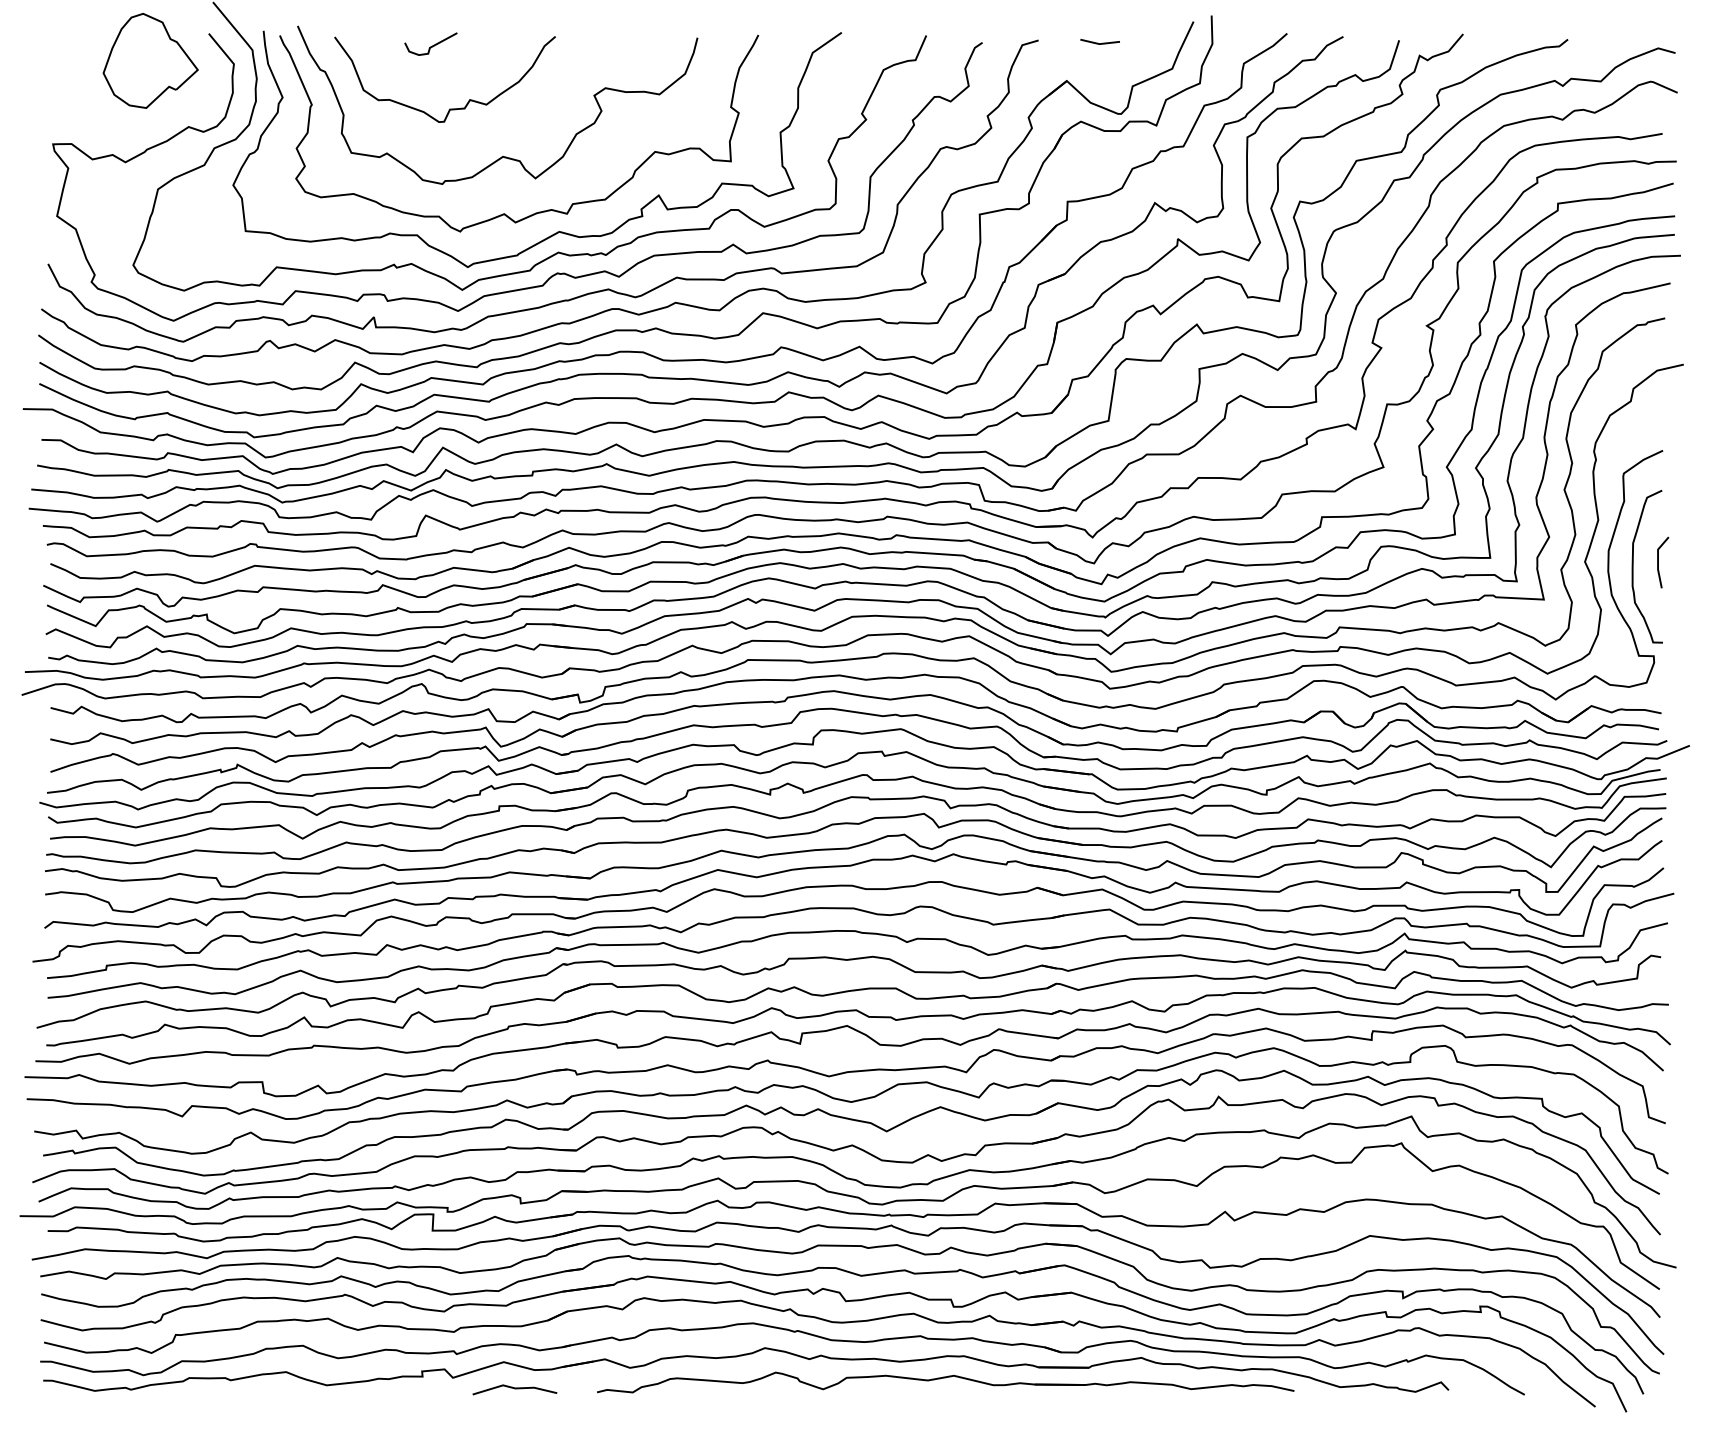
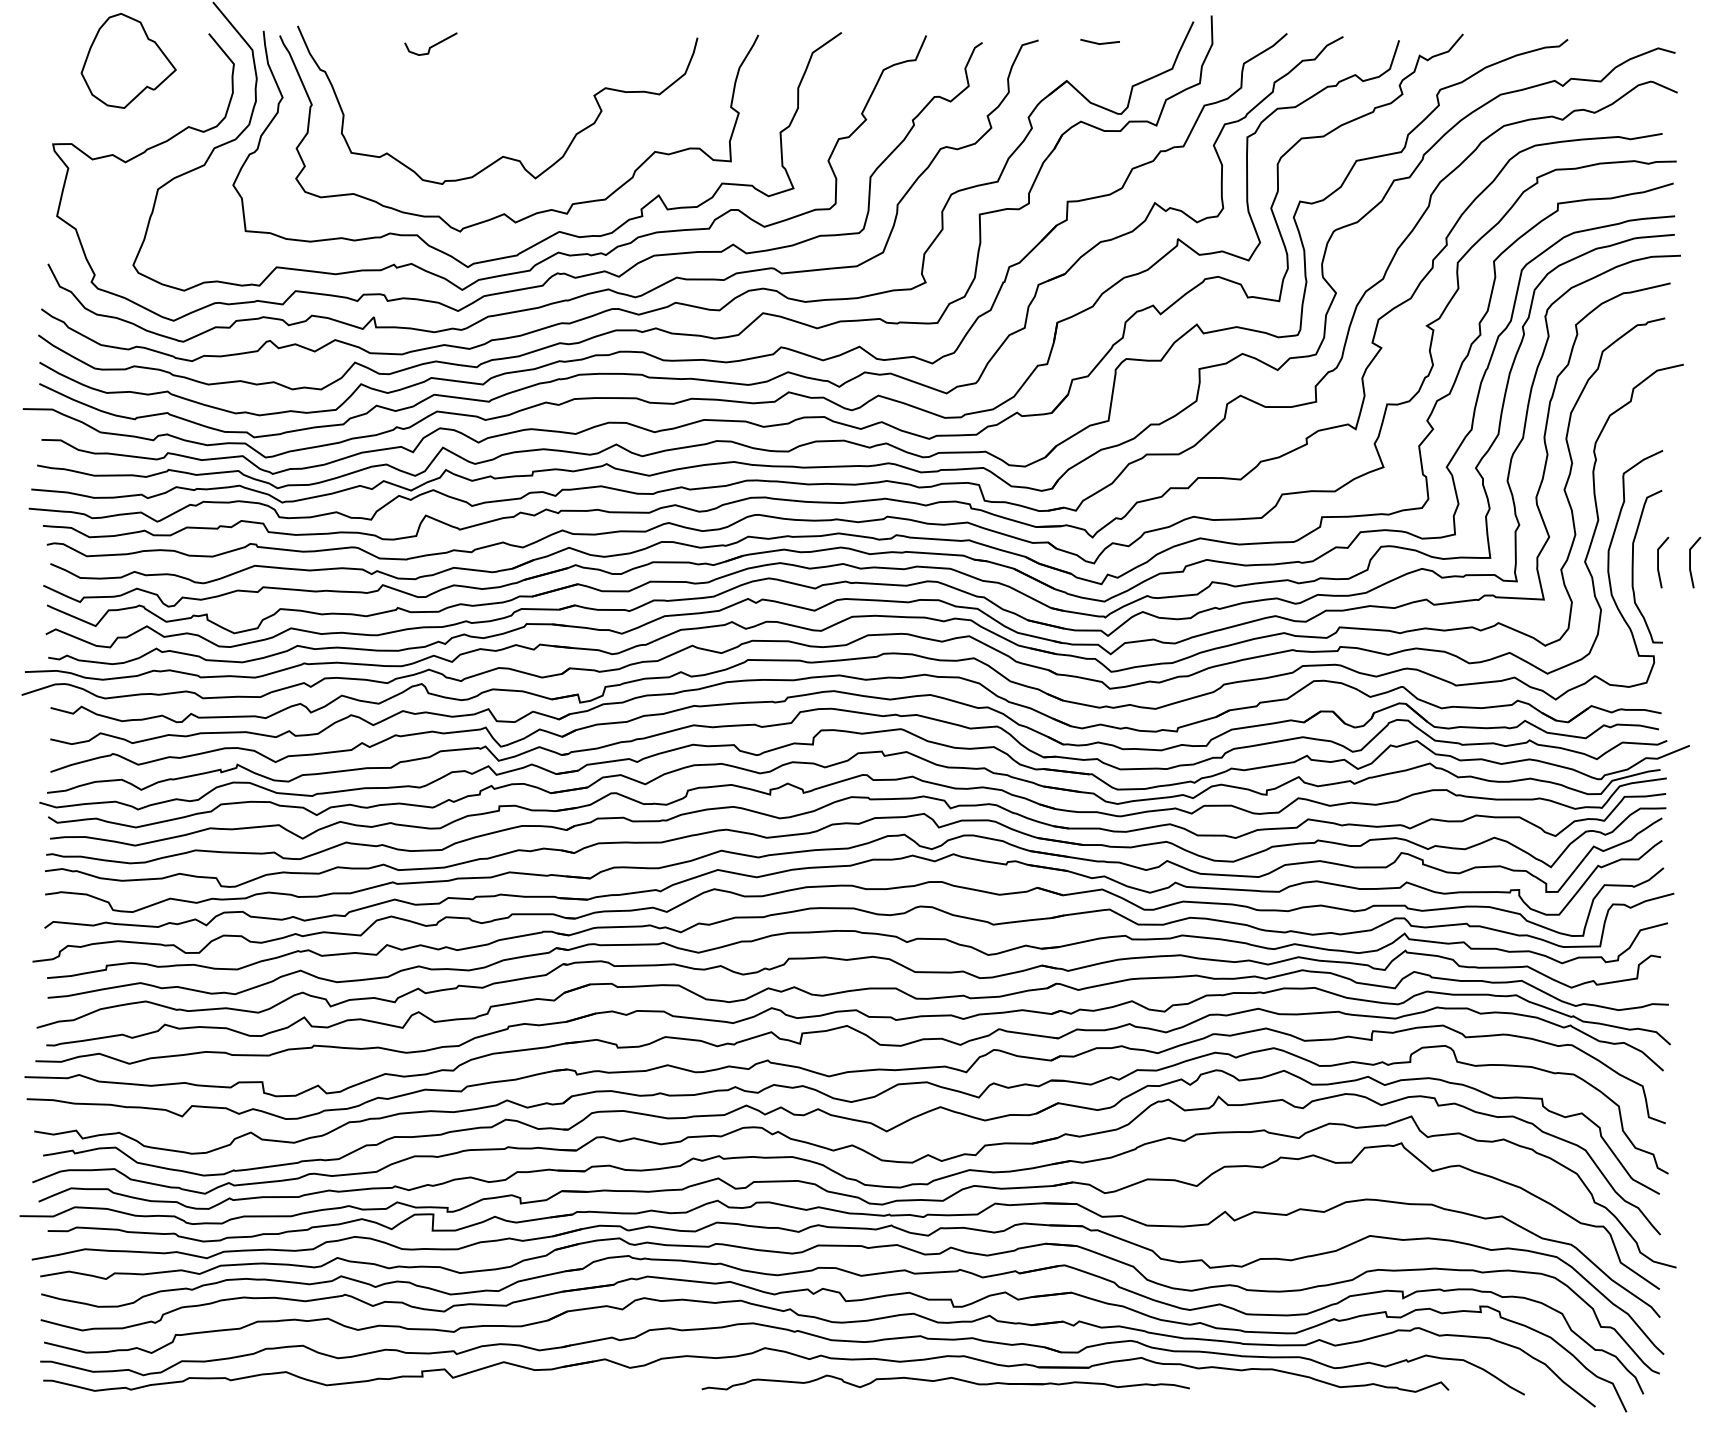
part at (150, 60) position: (150, 60) -> (128, 60)
curve at (449, 108): present -> none
line at (1690, 562): none -> present
part at (945, 1382) size: 698x23 px -> 489x17 px
line at (514, 1389): present -> none
